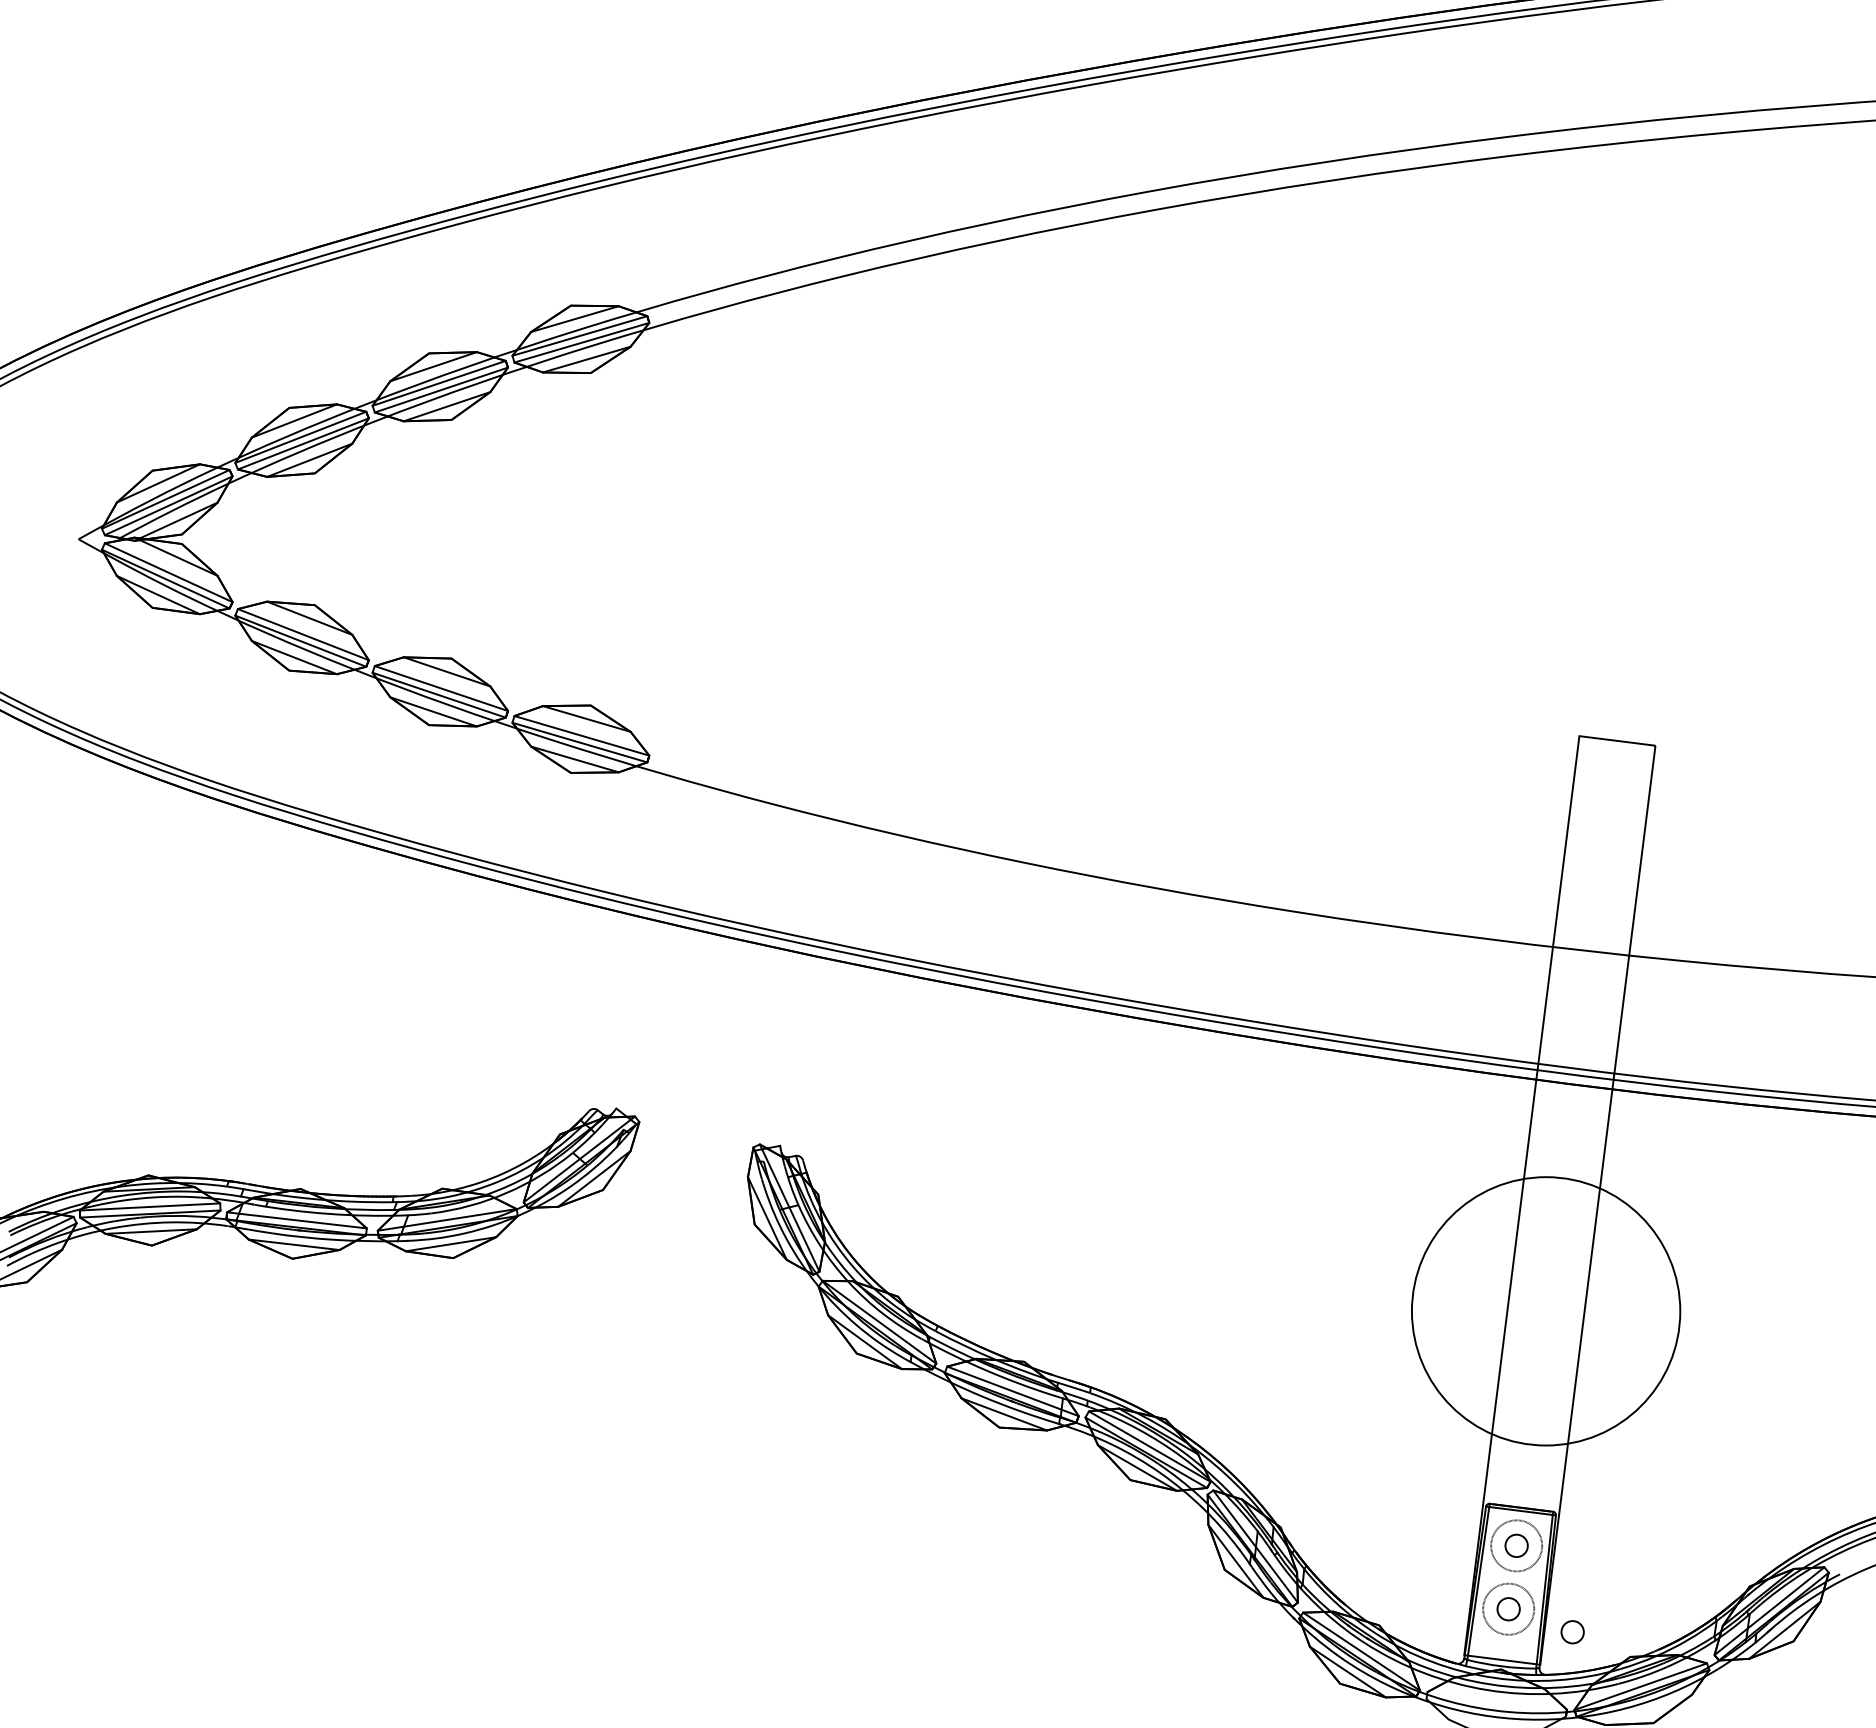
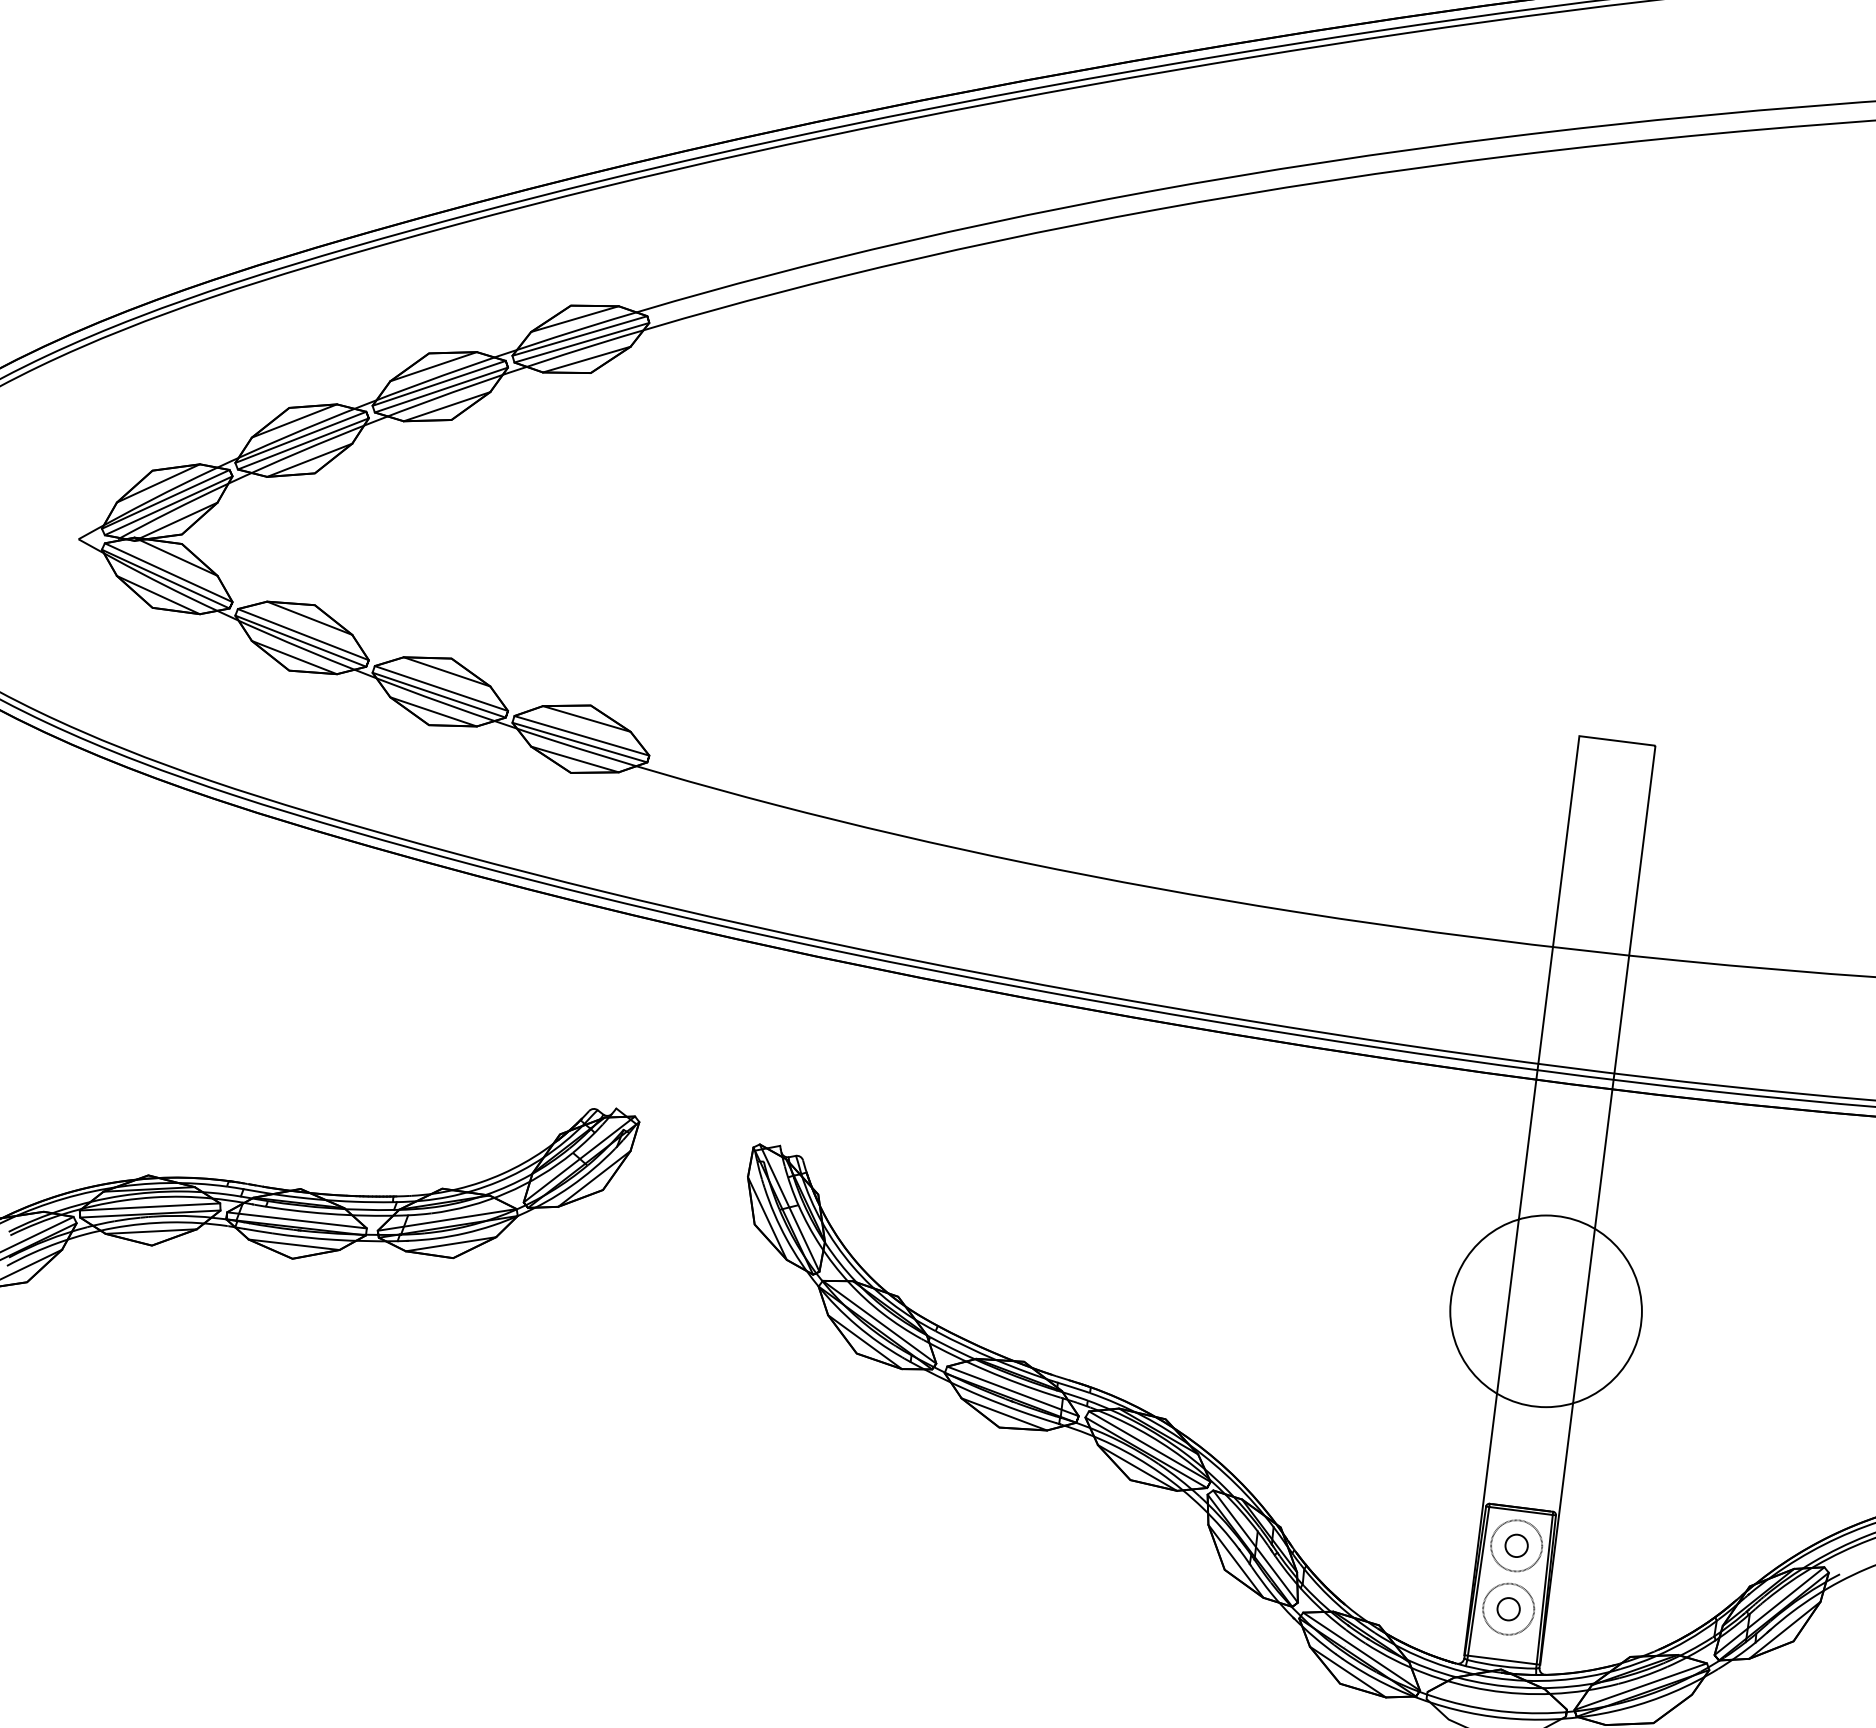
circle at (1545, 1311) diameter: 268 px -> 192 px
circle at (1572, 1632): present -> none
